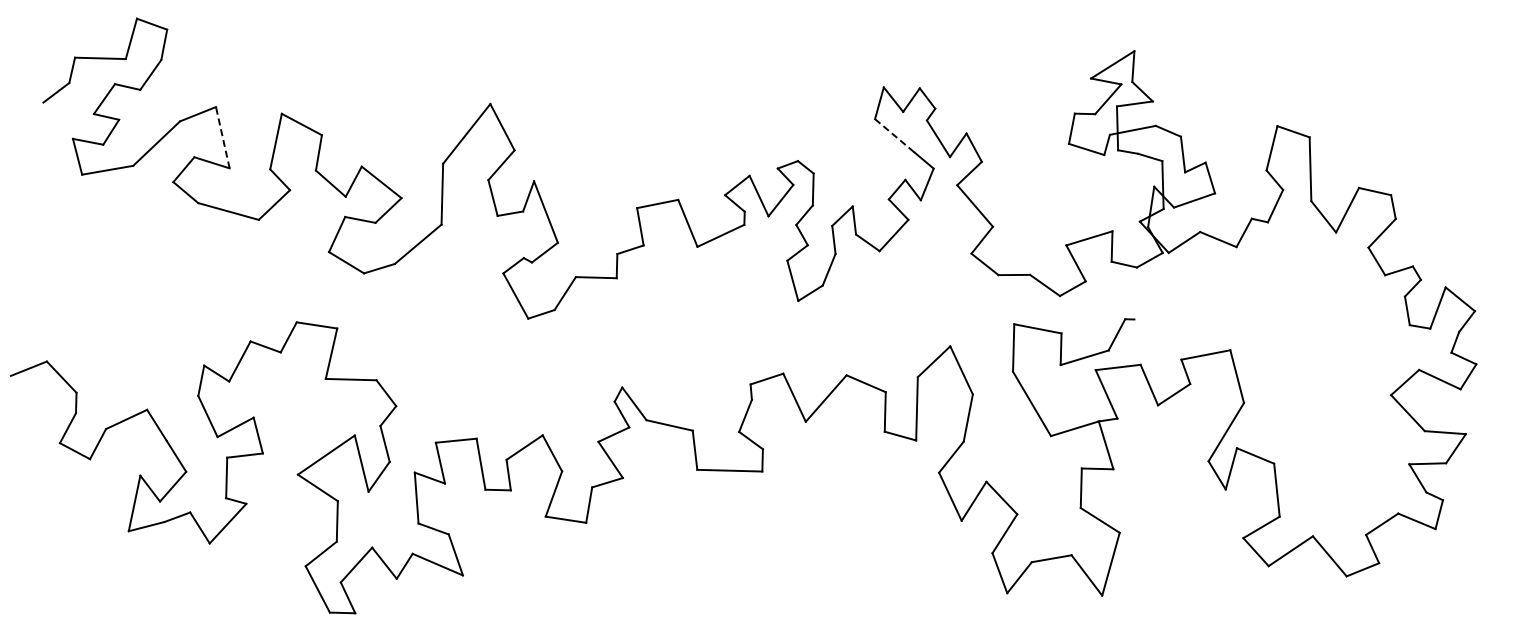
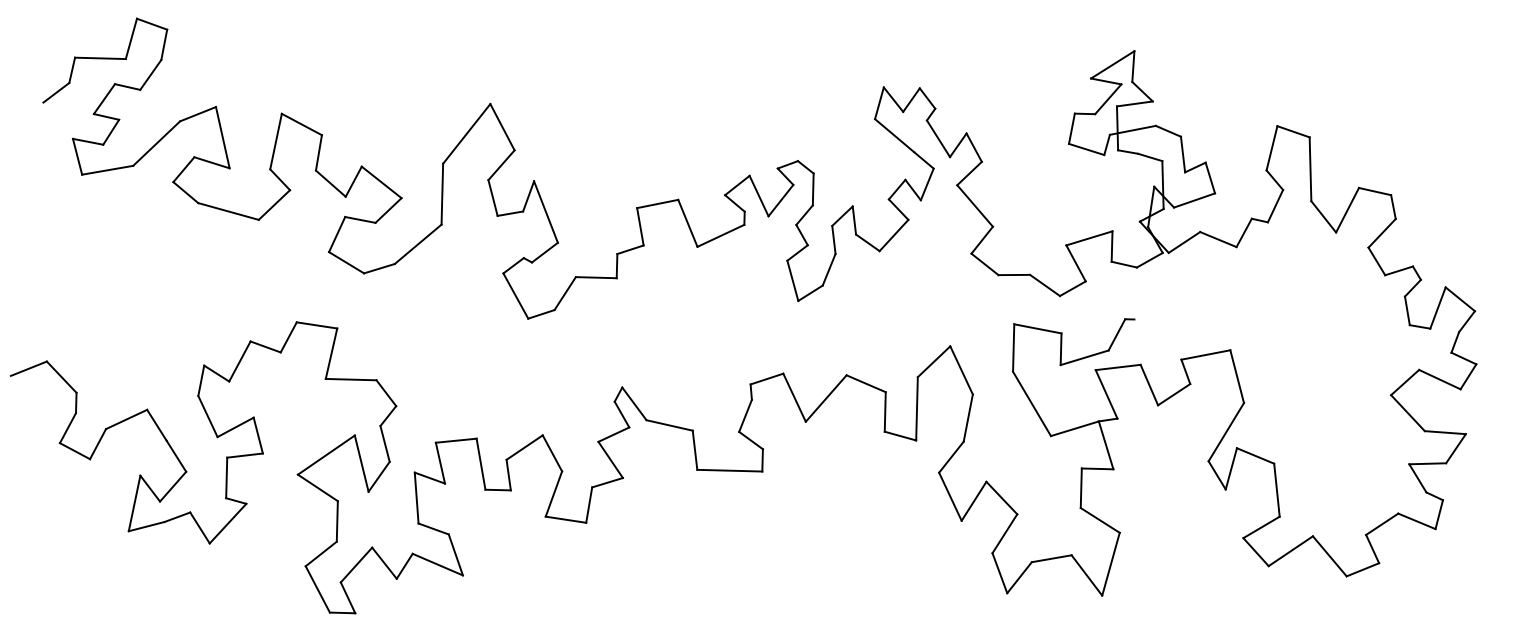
line at (894, 135): dashed -> solid
line at (222, 137): dashed -> solid
